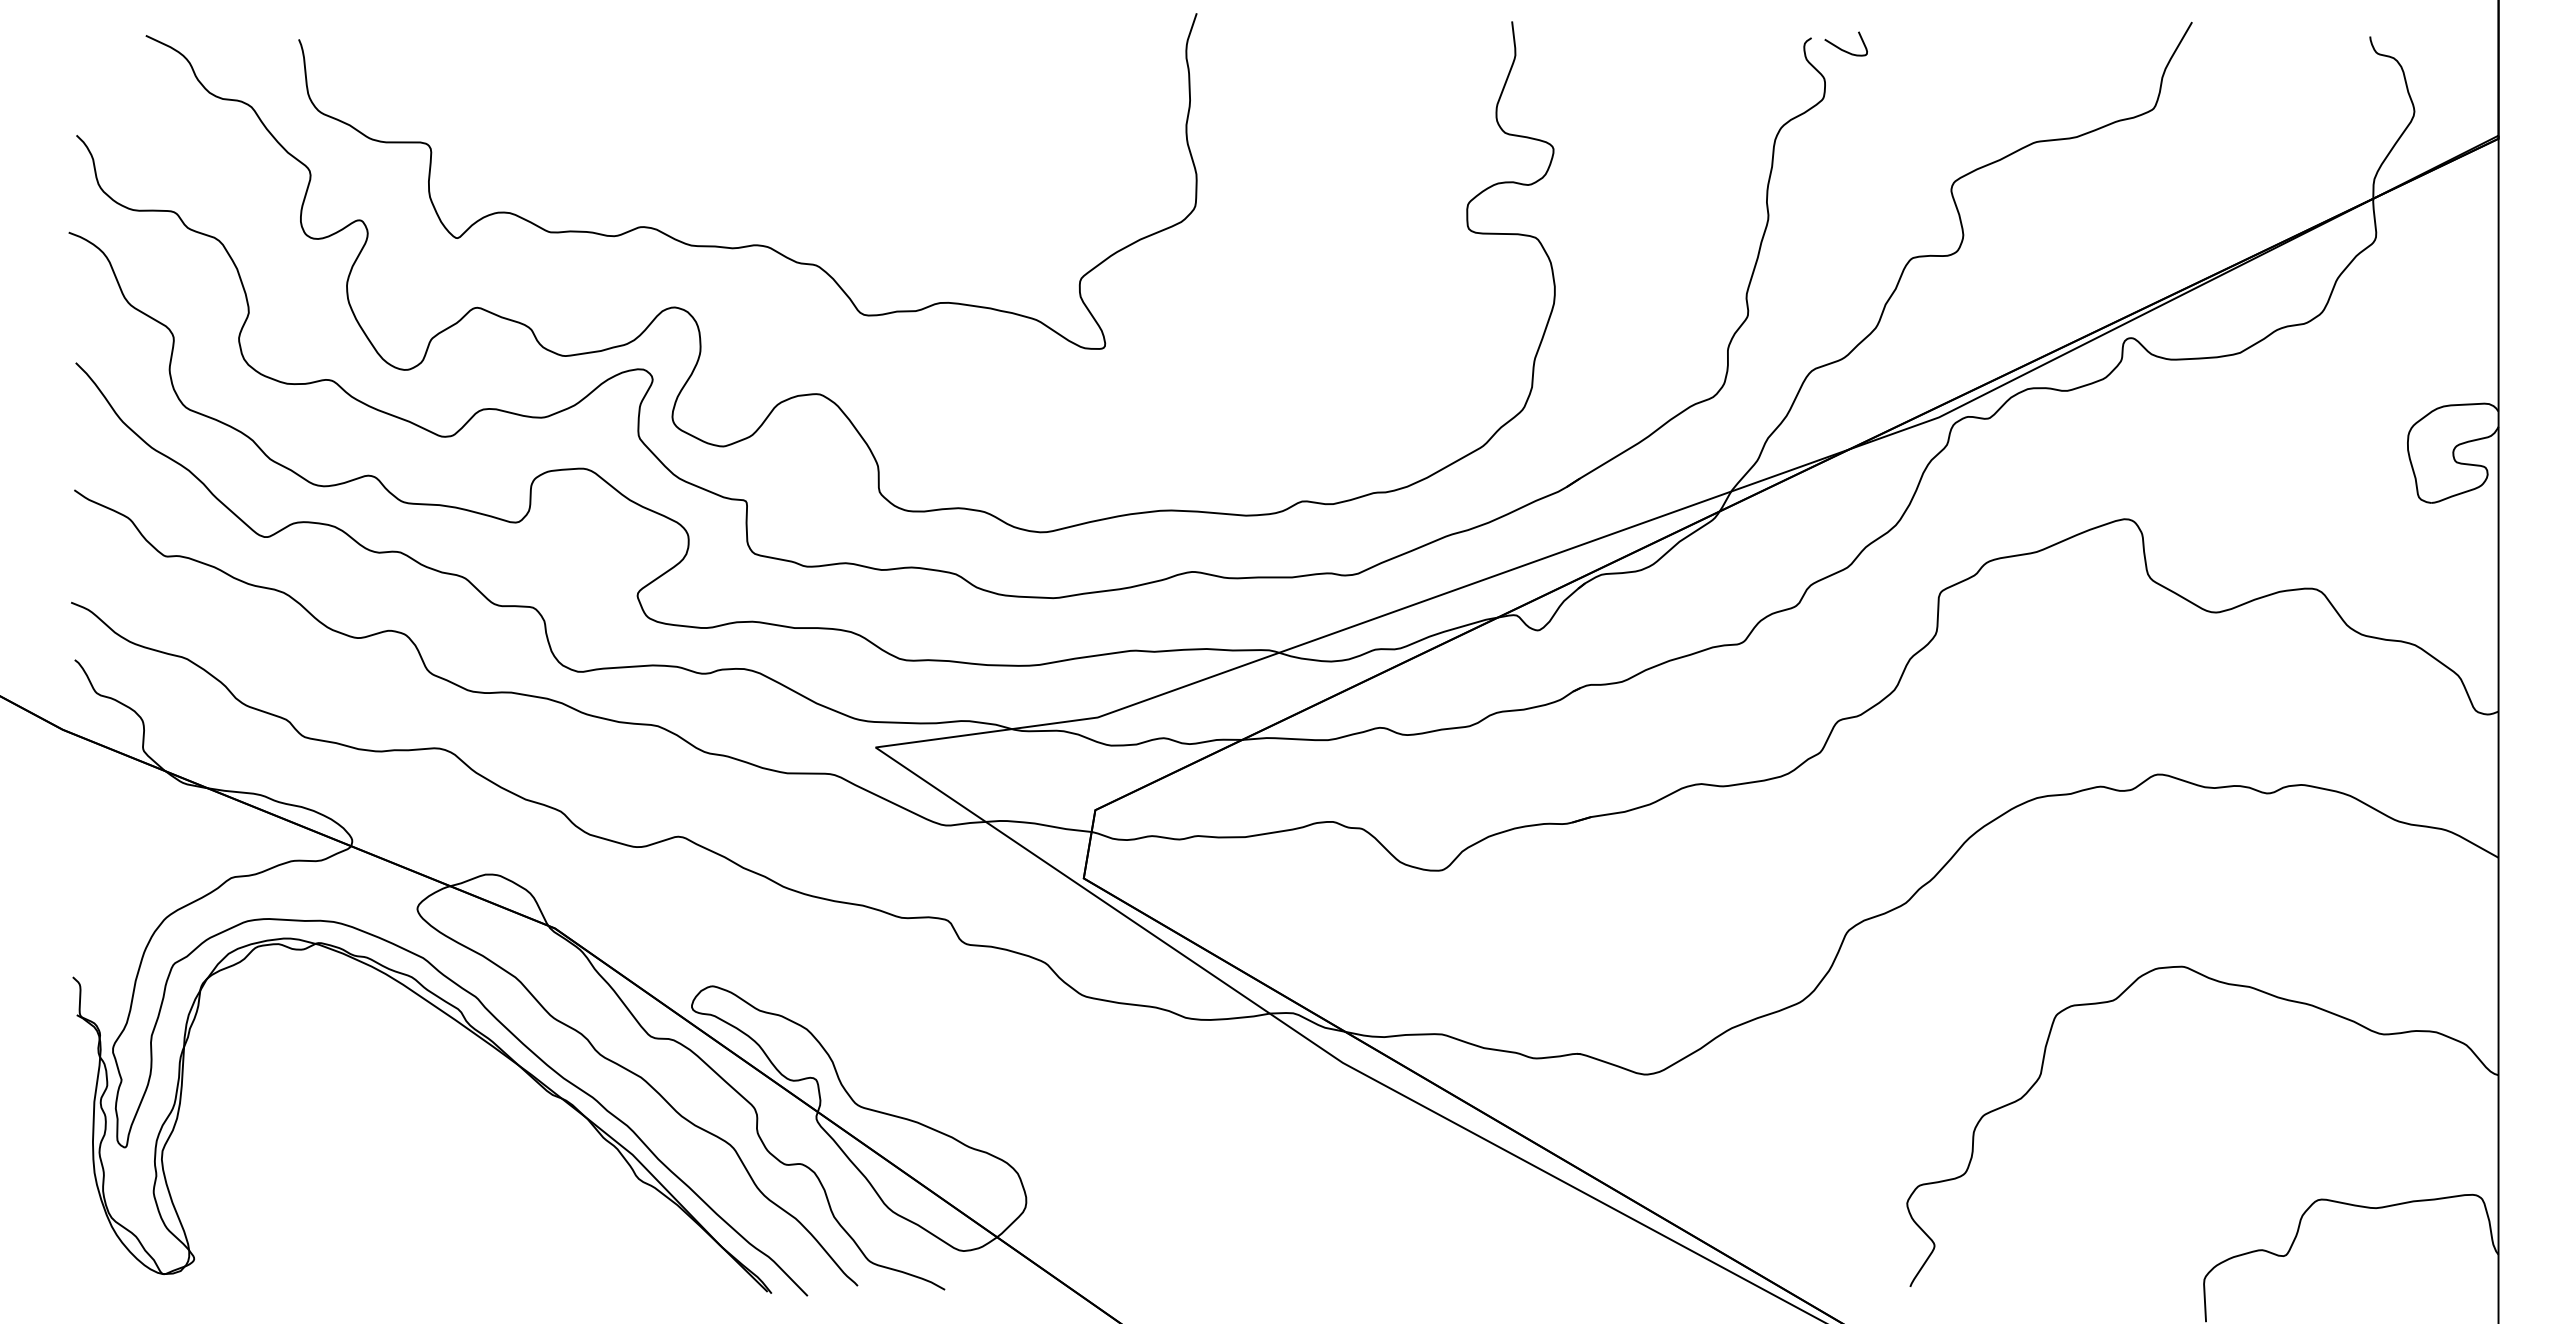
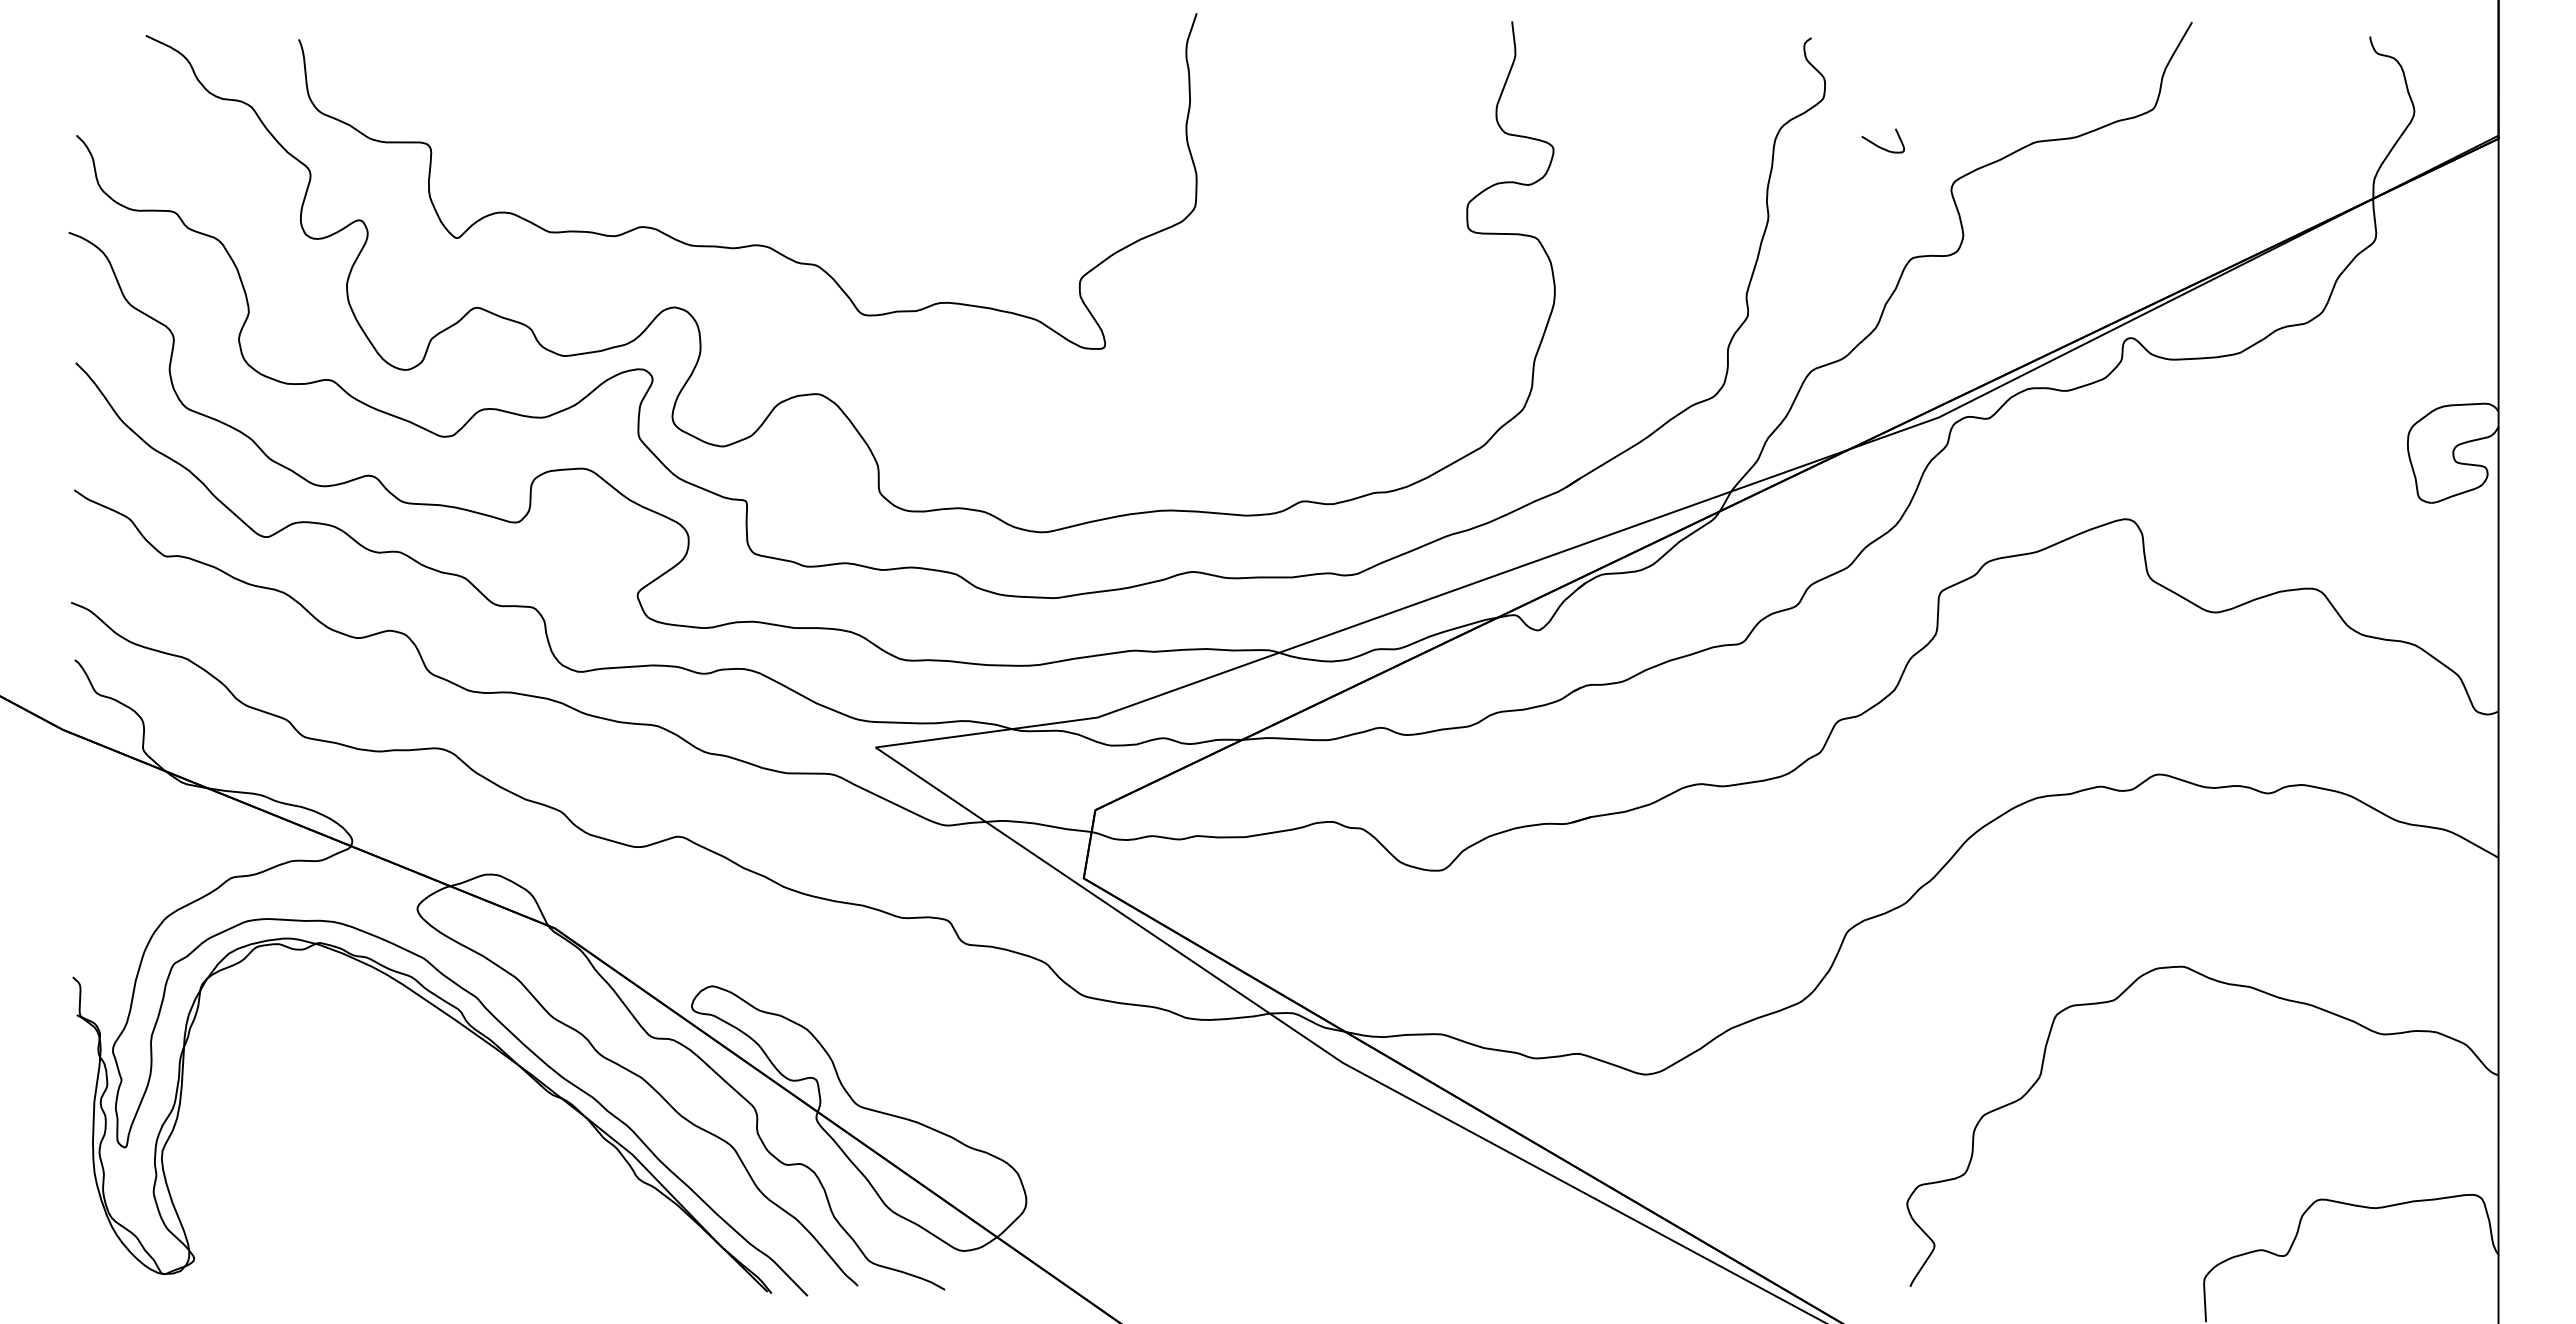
curve at (1843, 49) position: (1843, 49) -> (1880, 146)
